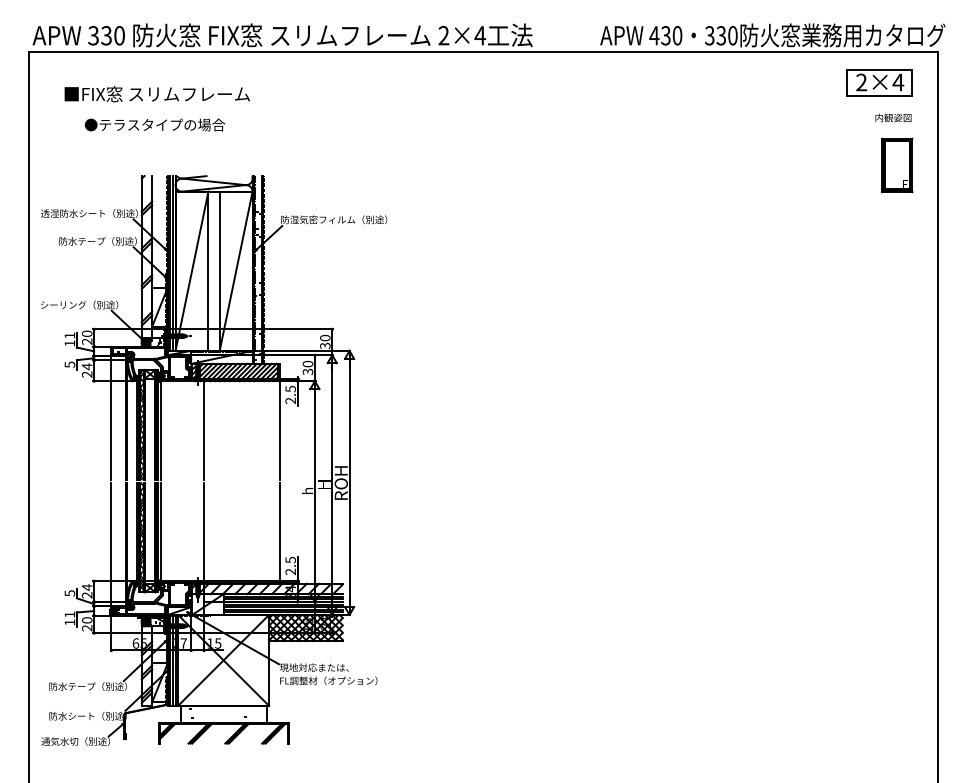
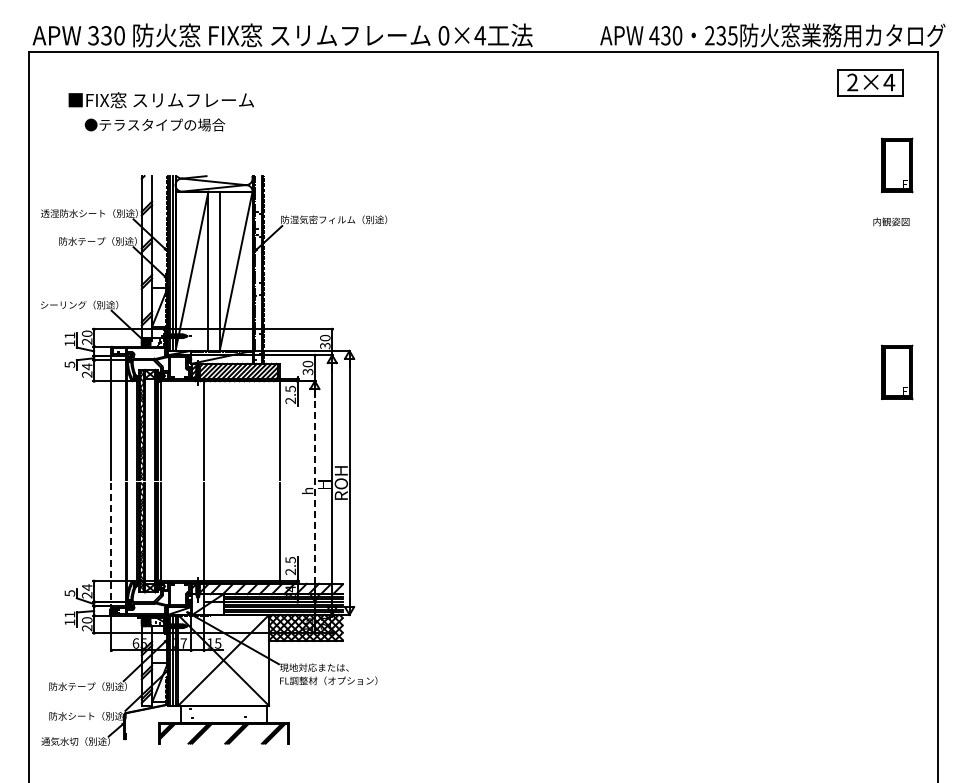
text at (443, 35): 2×4 -> 0×4
text at (721, 35): 330 -> 235
part at (879, 82) position: (879, 82) -> (870, 82)
text at (156, 94) position: (156, 94) -> (160, 100)
text at (893, 117) position: (893, 117) -> (891, 221)
part at (897, 372): none -> present
line at (314, 492): solid -> dashed
line at (111, 545): solid -> dashed
